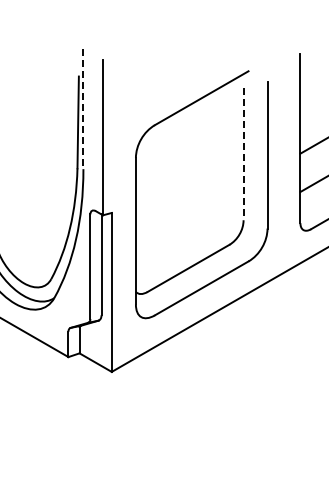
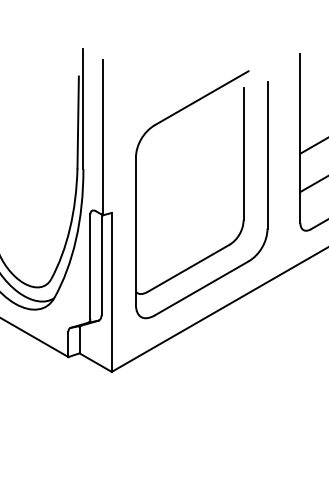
line at (83, 109): dashed -> solid
line at (243, 154): dashed -> solid
